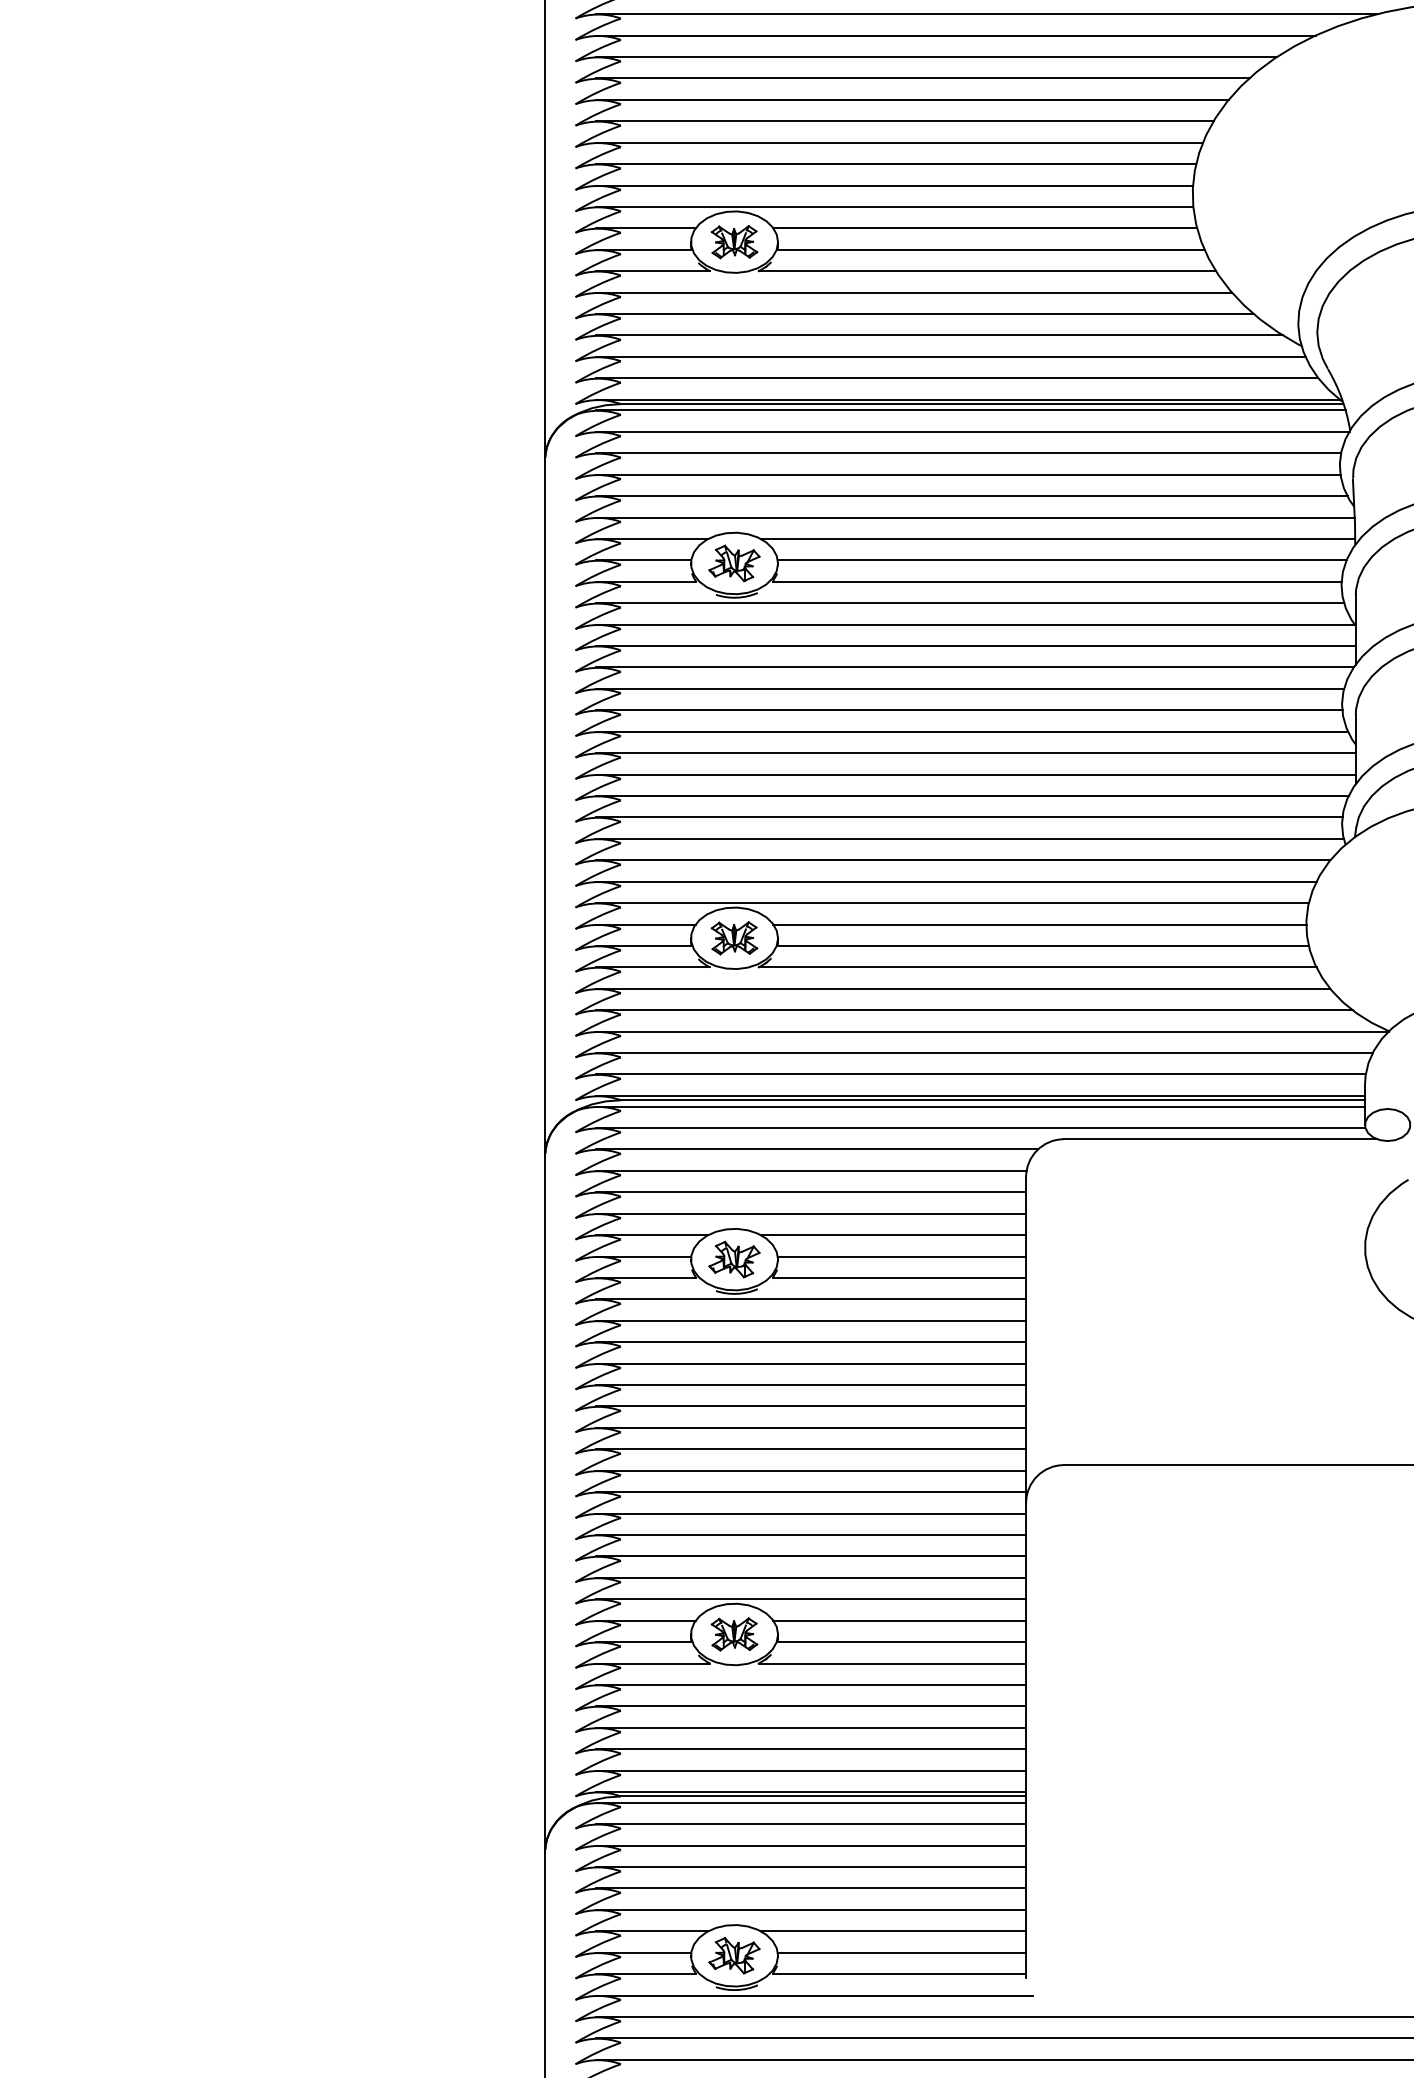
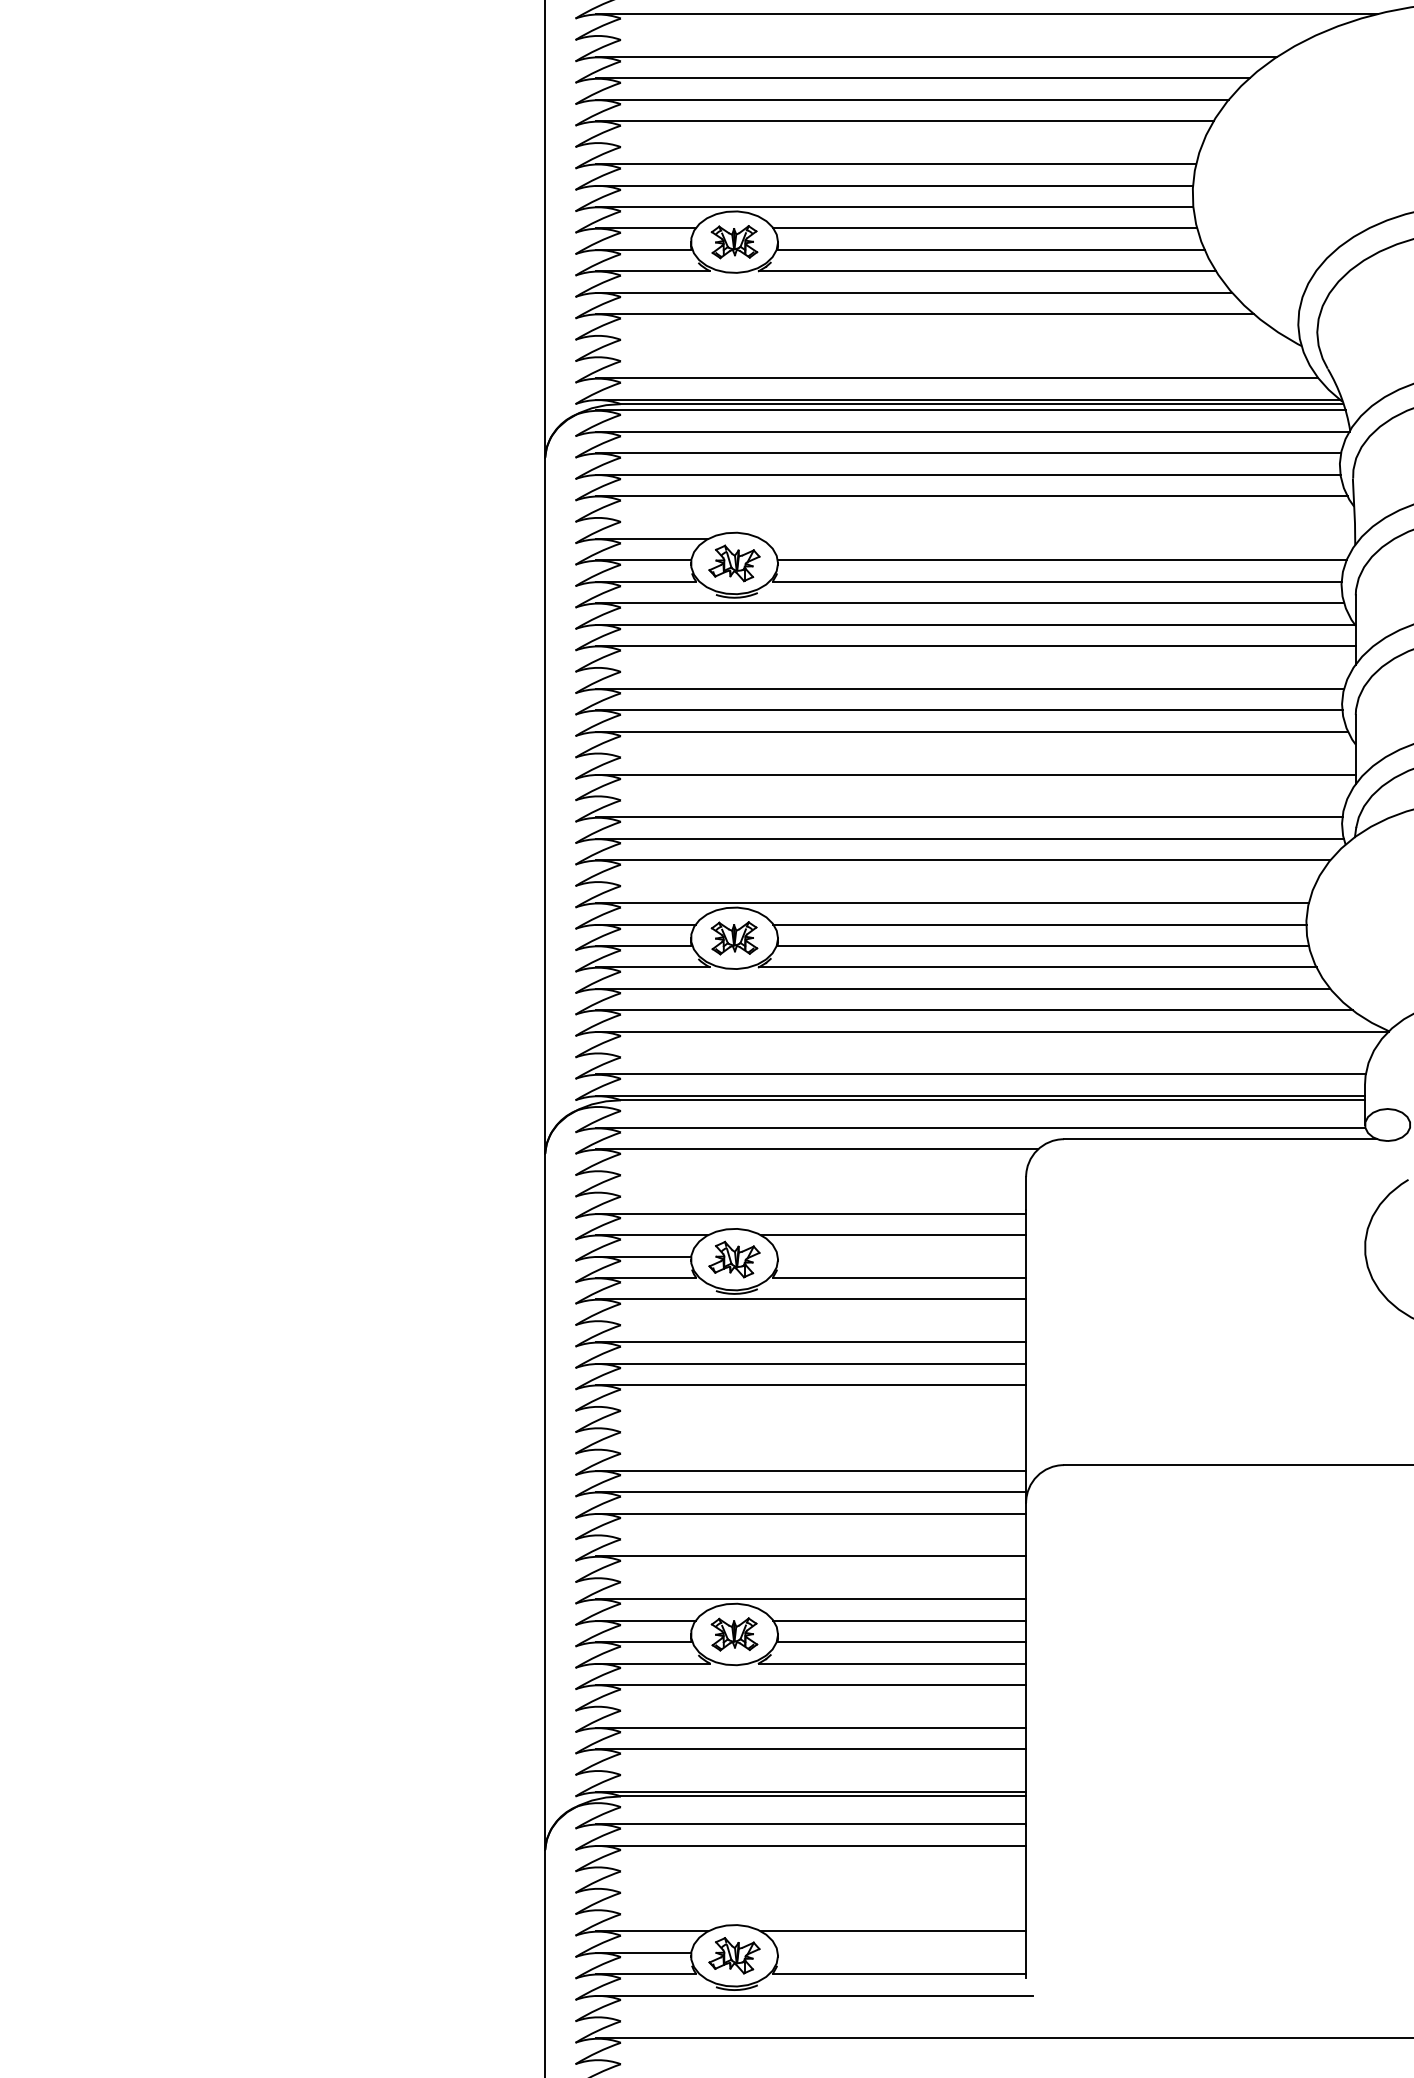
line at (955, 35): present -> none
line at (899, 142): present -> none
line at (939, 335): present -> none
line at (950, 356): present -> none
line at (974, 517): present -> none
line at (1057, 538): present -> none
line at (974, 667): present -> none
line at (975, 753): present -> none
line at (971, 795): present -> none
line at (955, 881): present -> none
line at (983, 1053): present -> none
line at (980, 1106): present -> none
line at (810, 1170): present -> none
line at (810, 1192): present -> none
line at (901, 1256): present -> none
line at (810, 1320): present -> none
line at (810, 1406): present -> none
line at (810, 1427): present -> none
line at (810, 1449): present -> none
line at (810, 1534): present -> none
line at (810, 1577): present -> none
line at (810, 1706): present -> none
line at (810, 1770): present -> none
line at (810, 1802): present -> none
line at (810, 1867): present -> none
line at (810, 1888): present -> none
line at (810, 1909): present -> none
line at (901, 1952): present -> none
line at (1002, 2016): present -> none
line at (1002, 2059): present -> none
